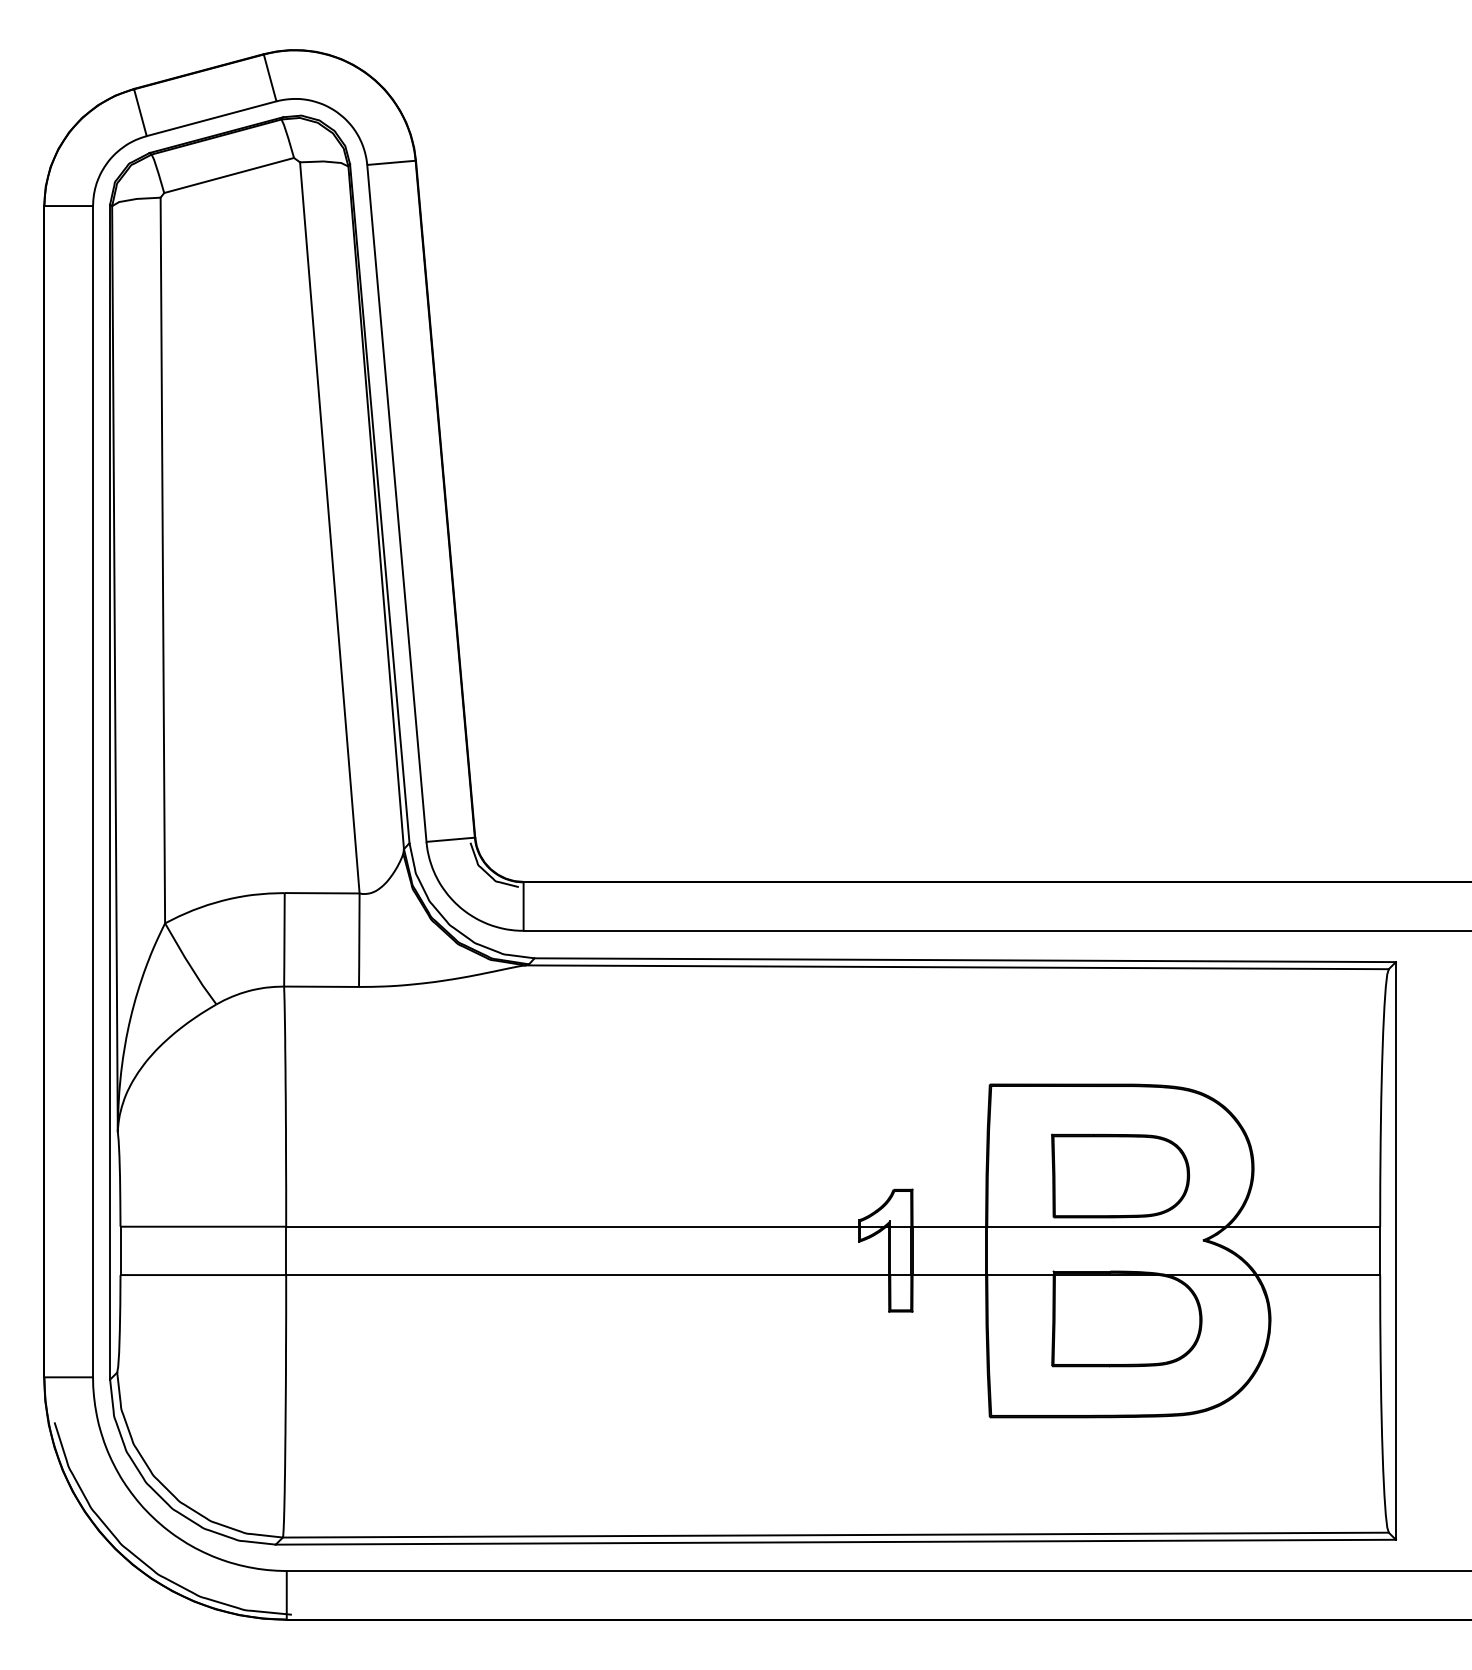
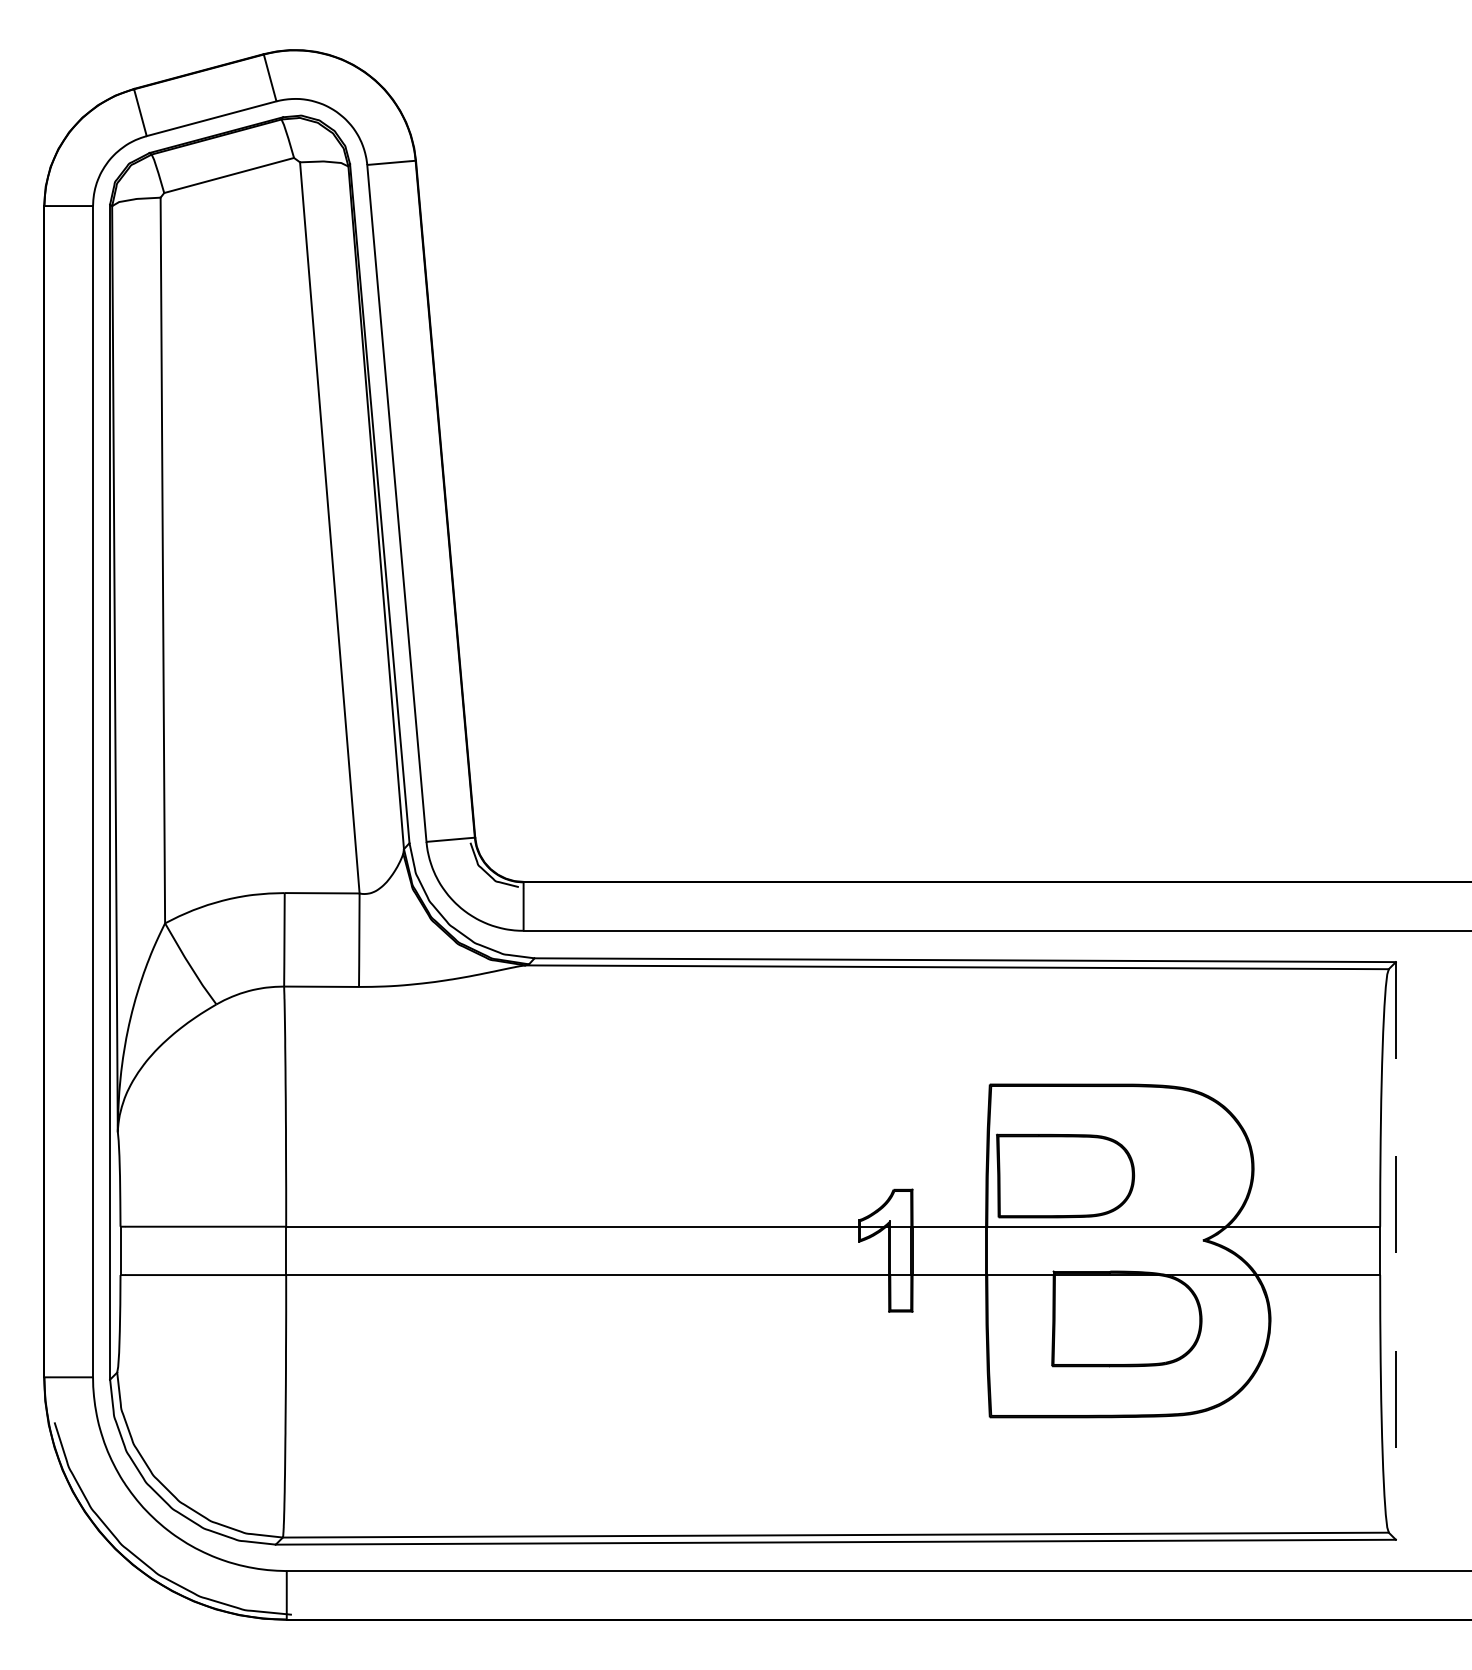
part at (1120, 1175) position: (1120, 1175) -> (1065, 1175)
line at (1395, 1250): solid -> dashed
